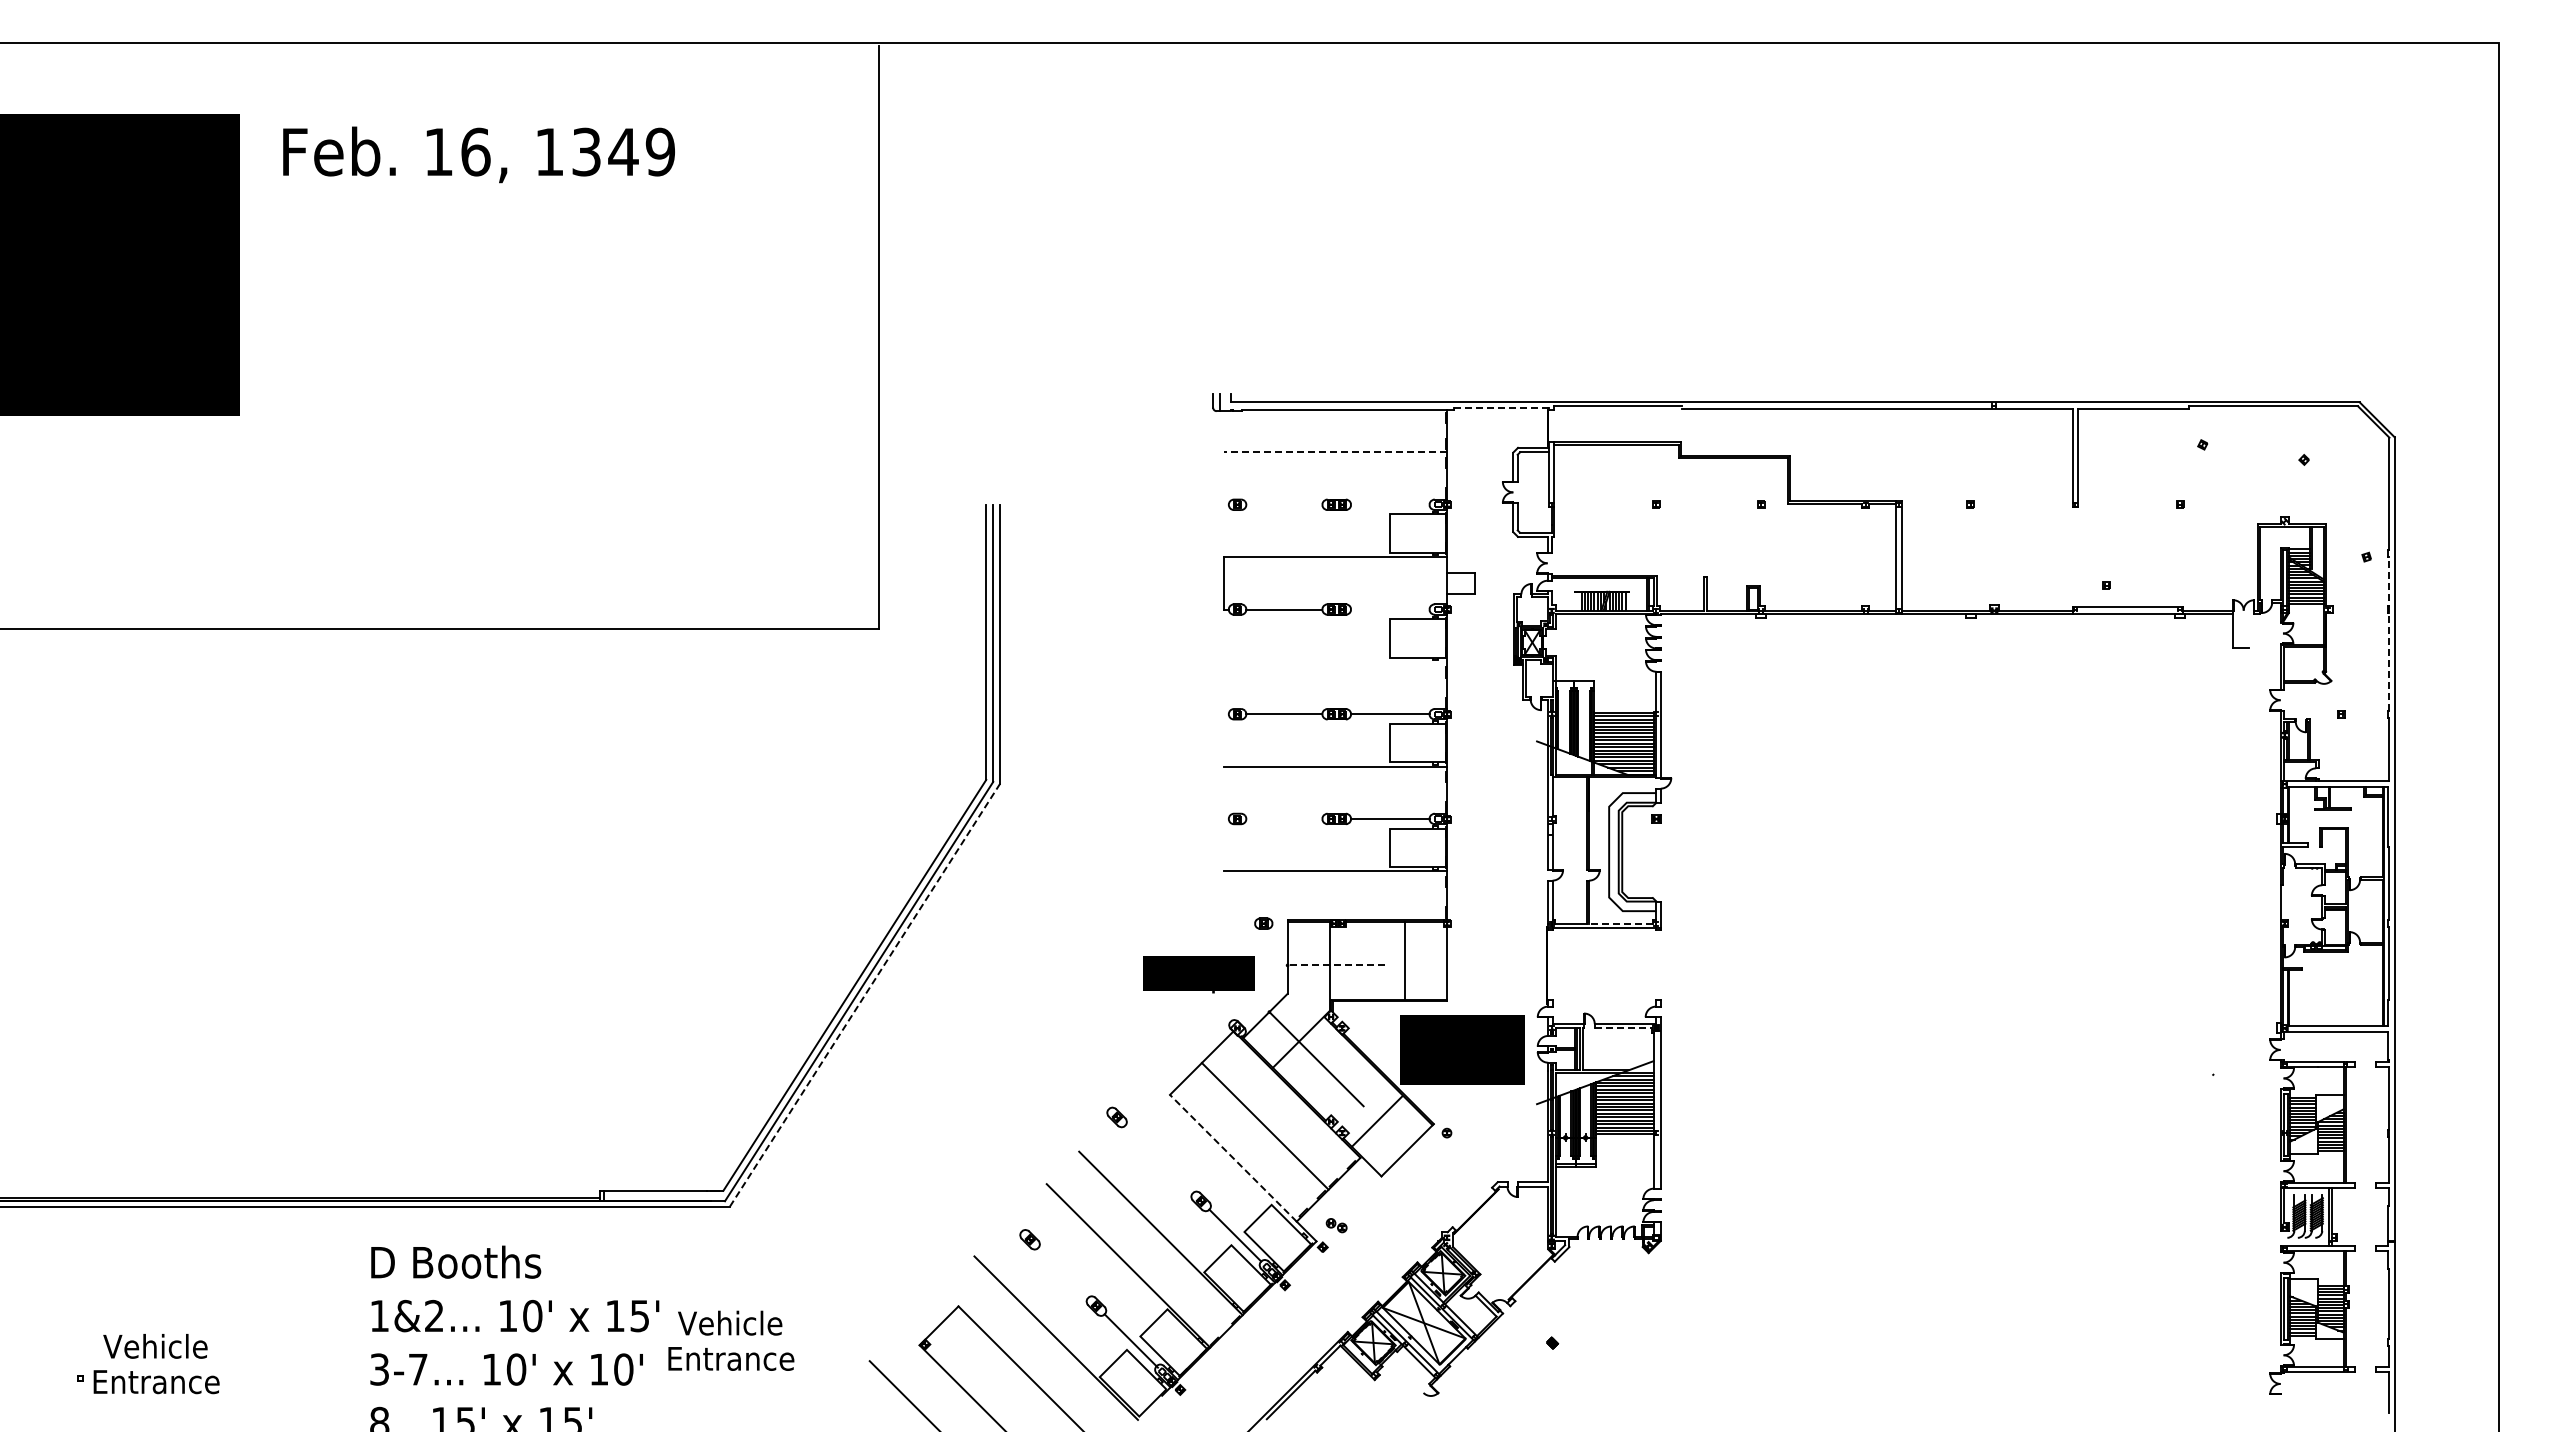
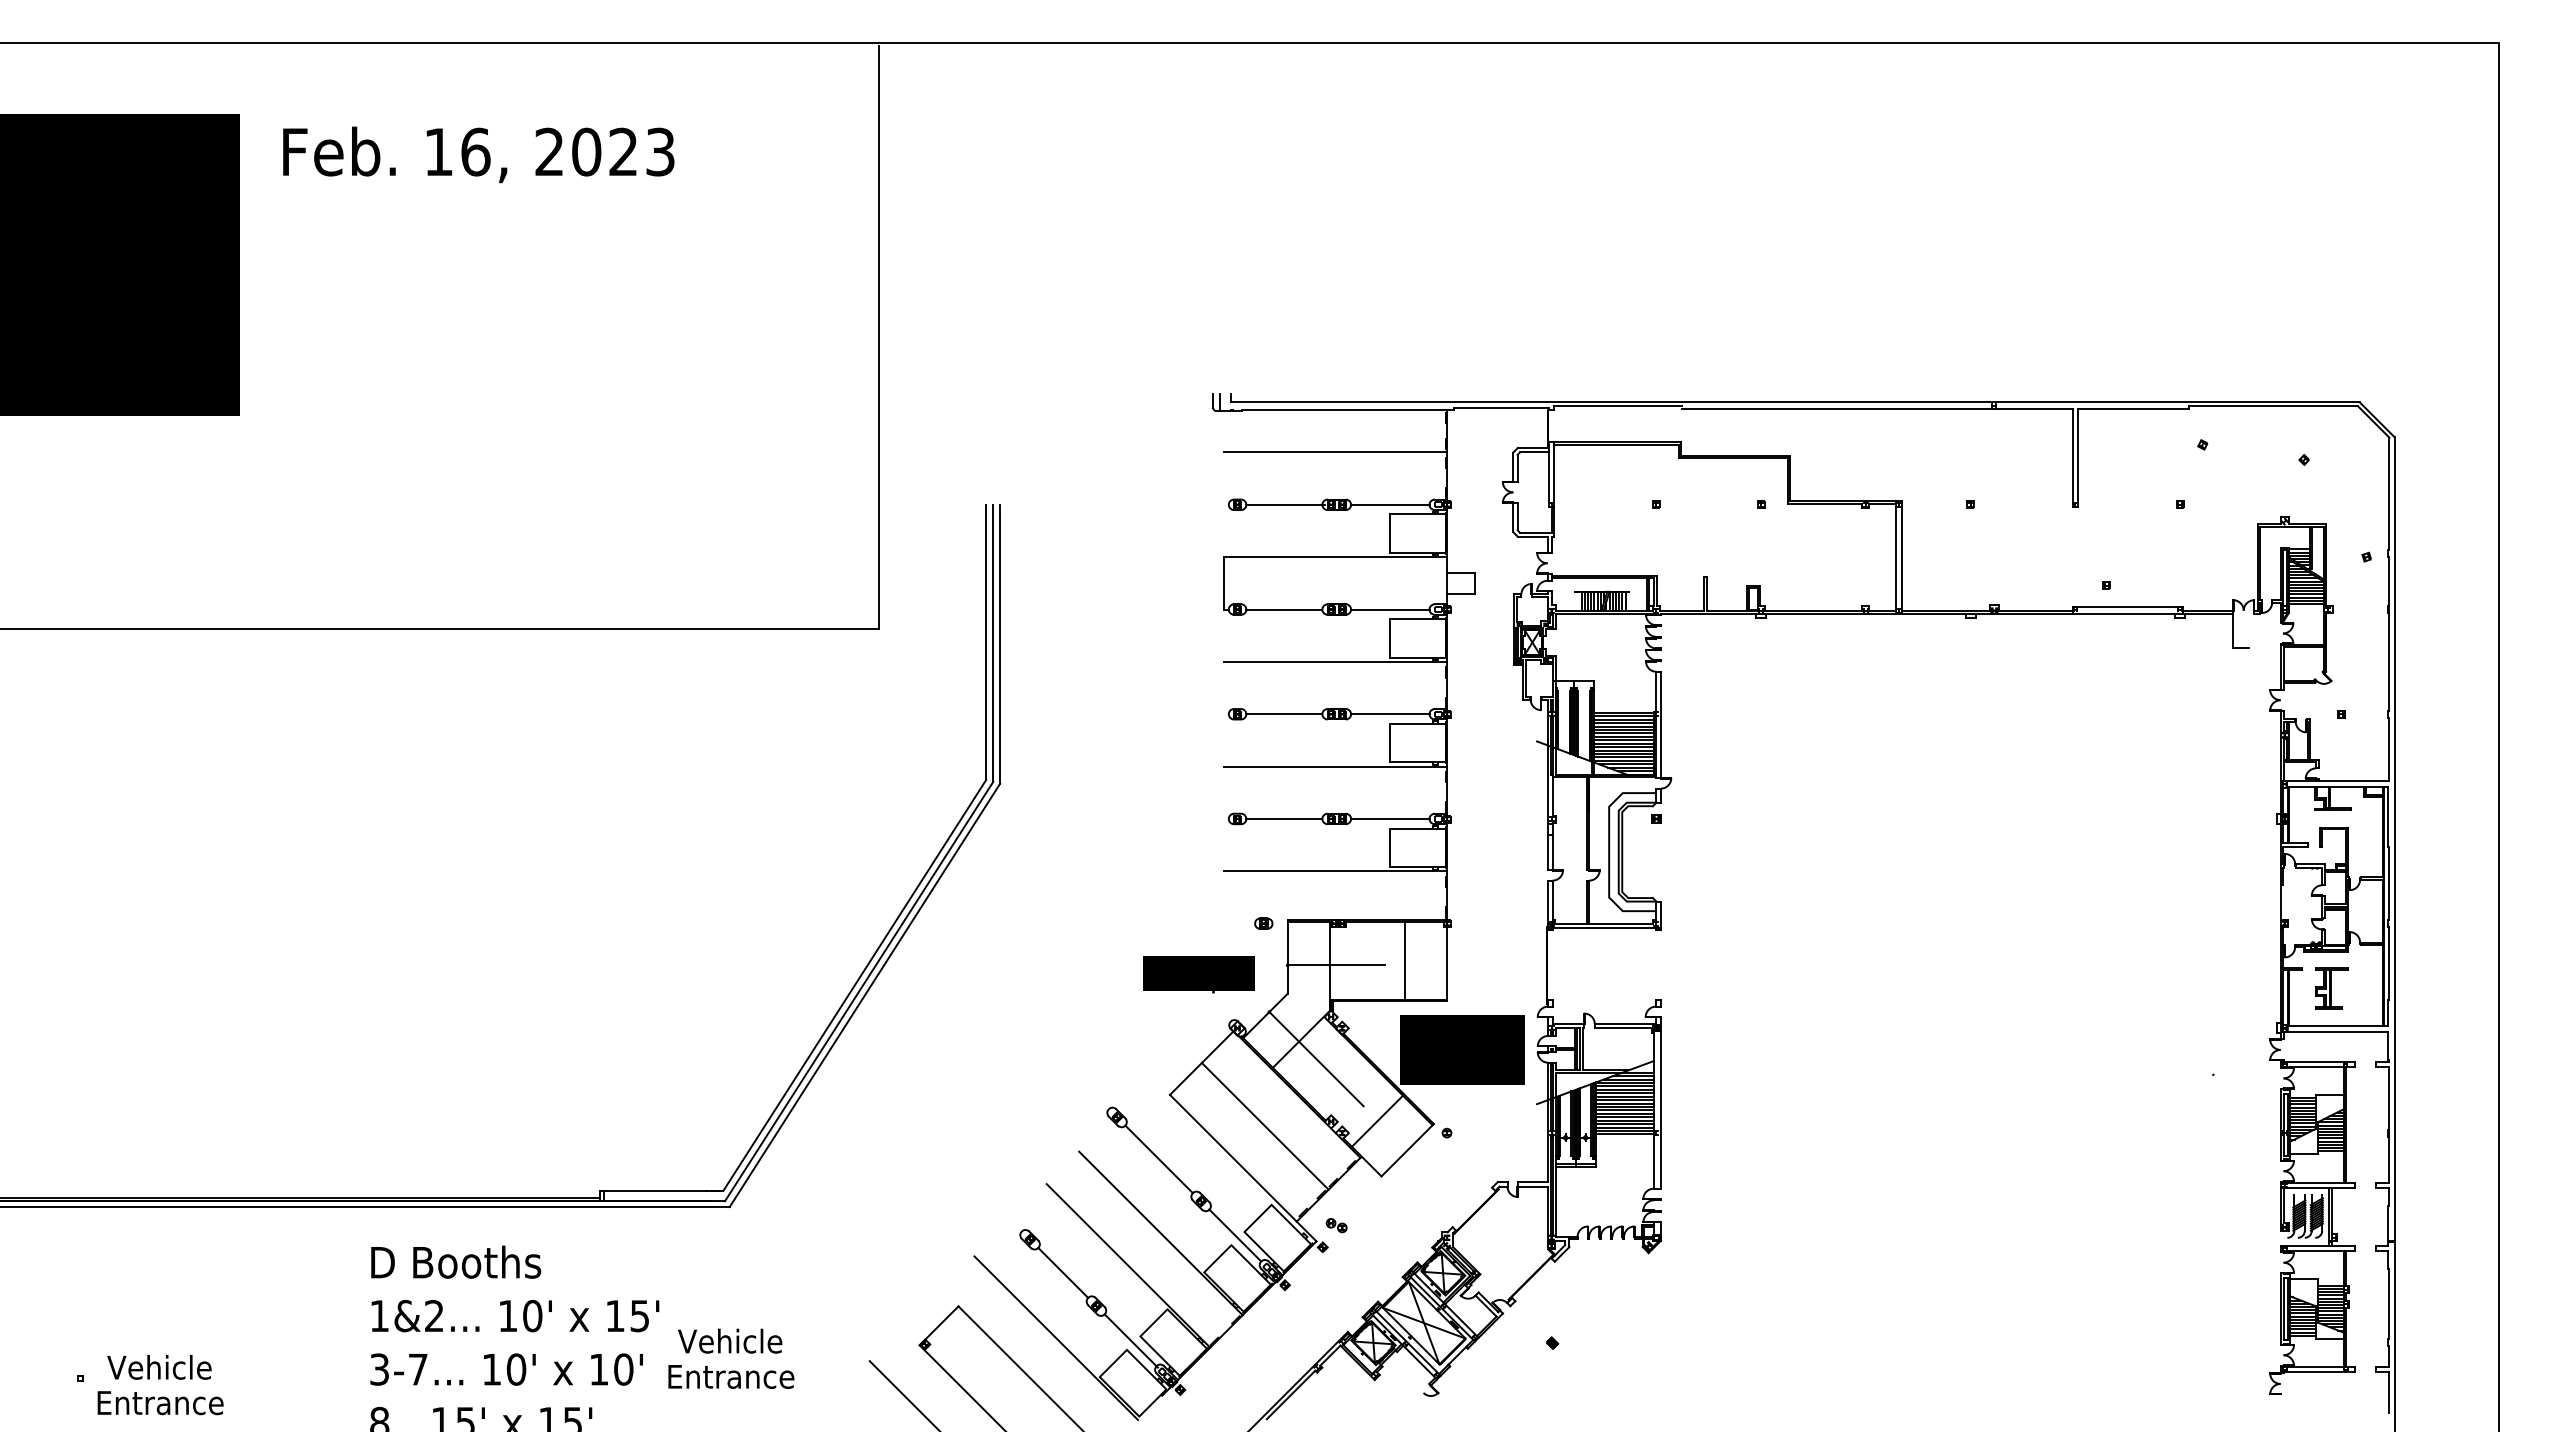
text at (604, 151): 1349 -> 2023
line at (1501, 408): dashed -> solid
line at (1335, 452): dashed -> solid
line at (1285, 504): none -> present
line at (1390, 504): none -> present
line at (1390, 609): none -> present
line at (2389, 633): dashed -> solid
line at (1335, 661): none -> present
line at (1284, 818): none -> present
line at (1621, 923): dashed -> solid
line at (1336, 965): dashed -> solid
part at (2331, 988): none -> present
line at (864, 995): dashed -> solid
line at (1623, 1028): dashed -> solid
line at (1233, 1158): dashed -> solid
line at (1158, 1159): none -> present
line at (1063, 1272): none -> present
text at (731, 1340) position: (731, 1340) -> (731, 1358)
text at (156, 1364) position: (156, 1364) -> (160, 1385)
